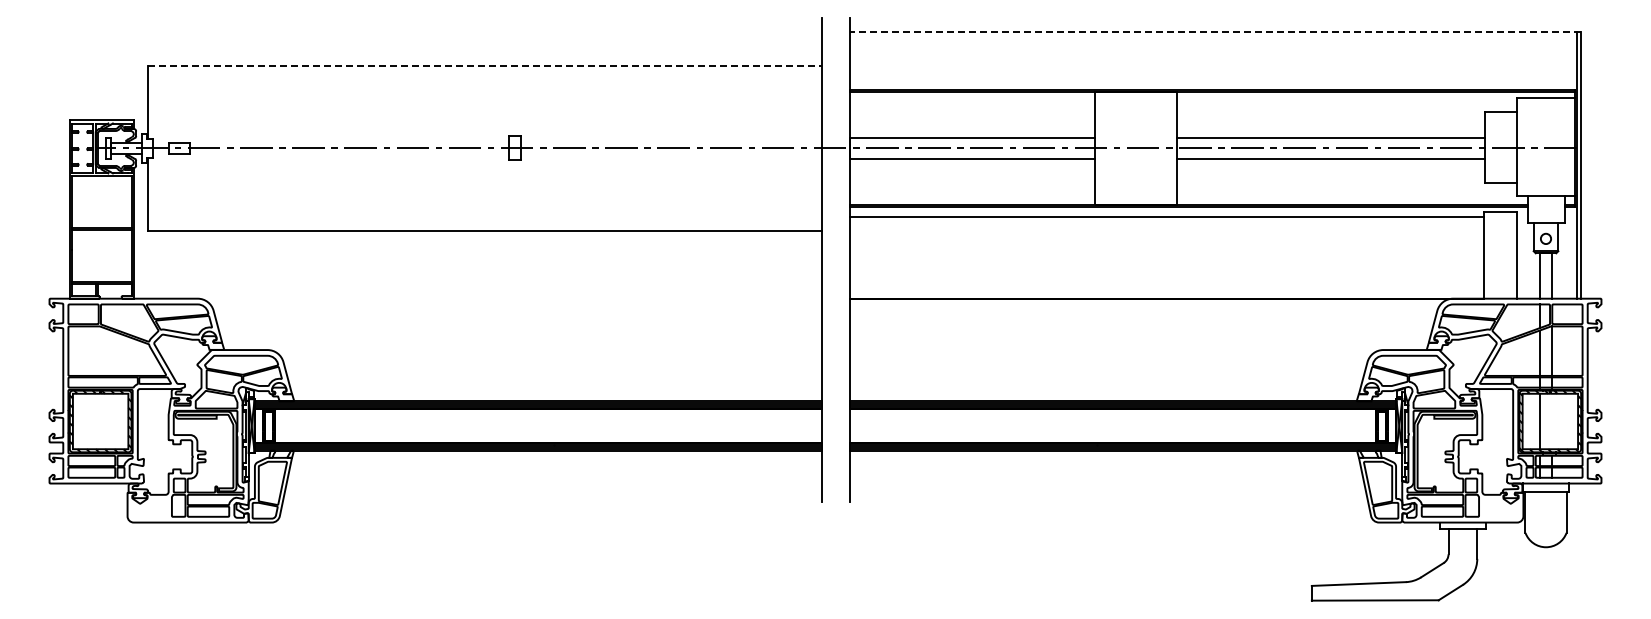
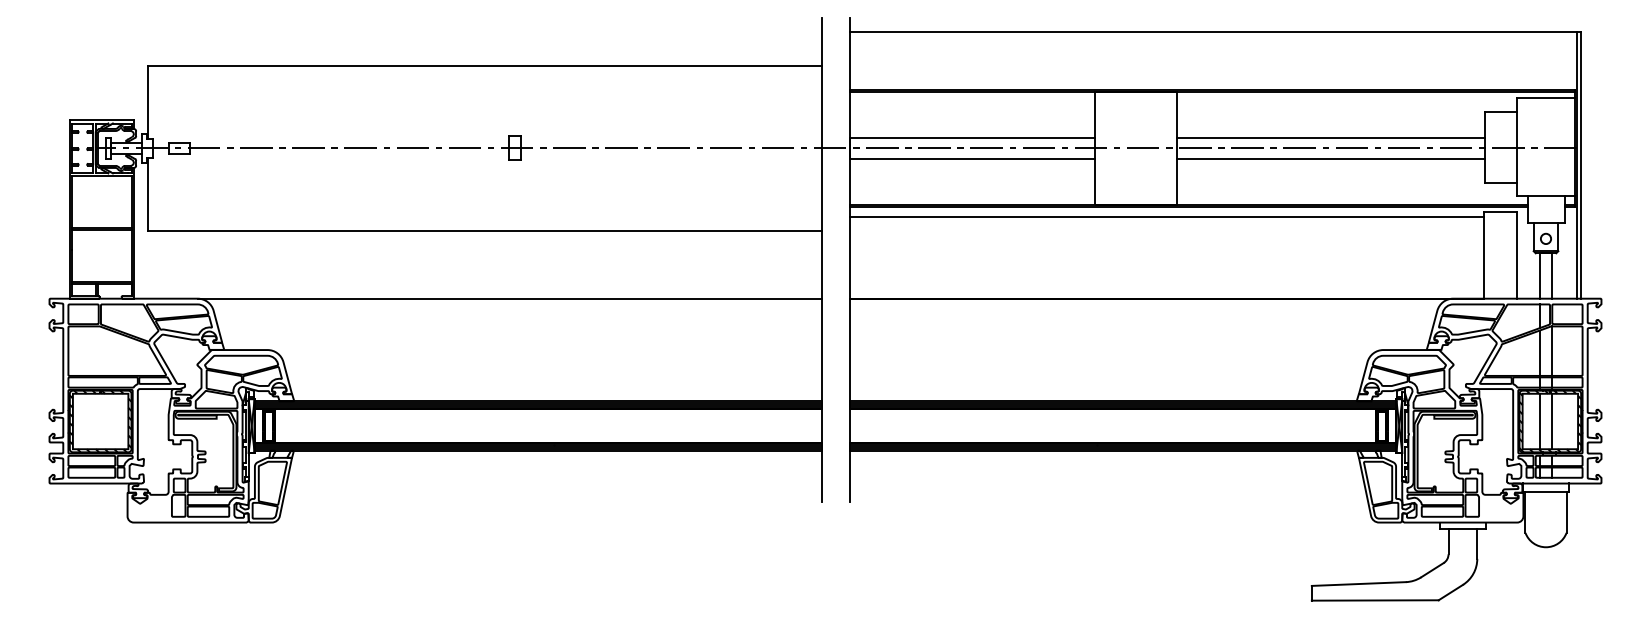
line at (1215, 31): dashed -> solid
line at (485, 66): dashed -> solid
line at (509, 298): none -> present
line at (1552, 421): none -> present
